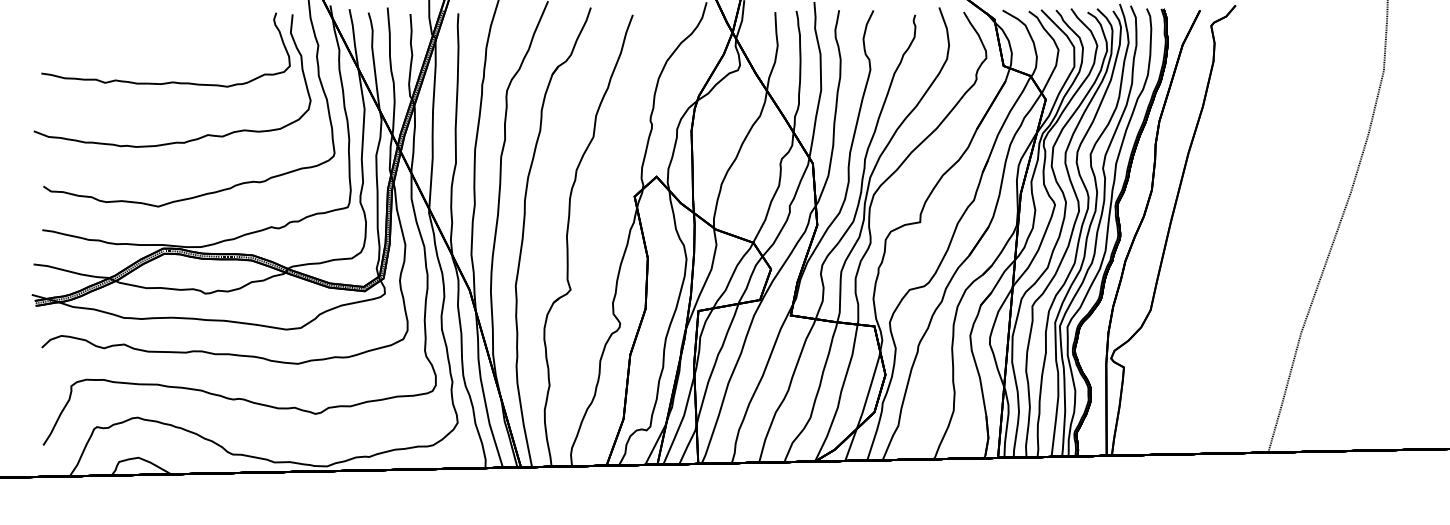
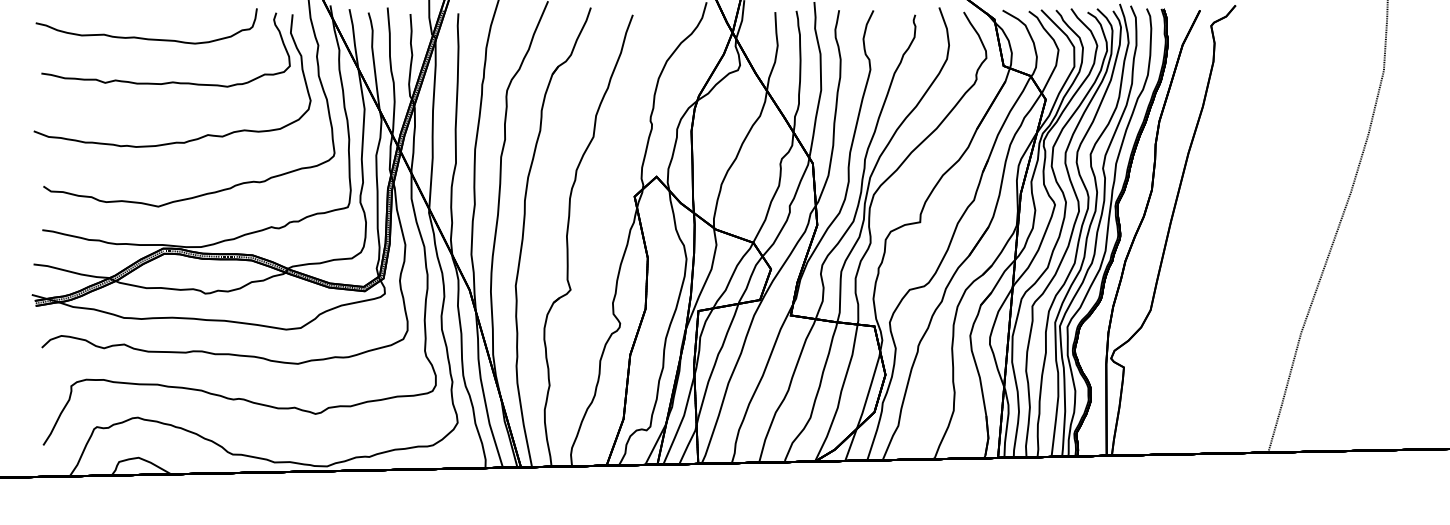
curve at (143, 37): none -> present
